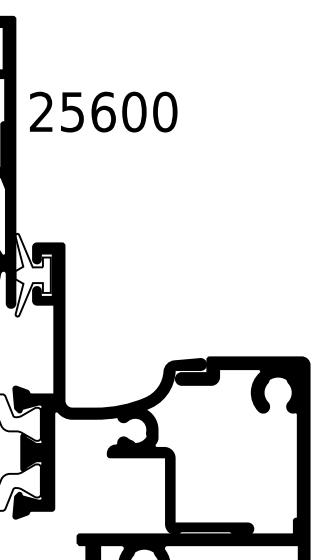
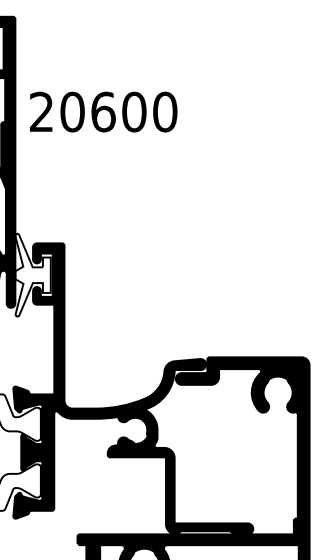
text at (72, 111): 25600 -> 20600
